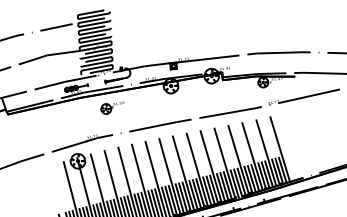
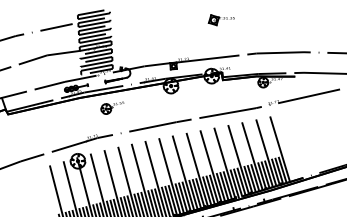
part at (220, 20): none -> present
line at (56, 189): none -> present
